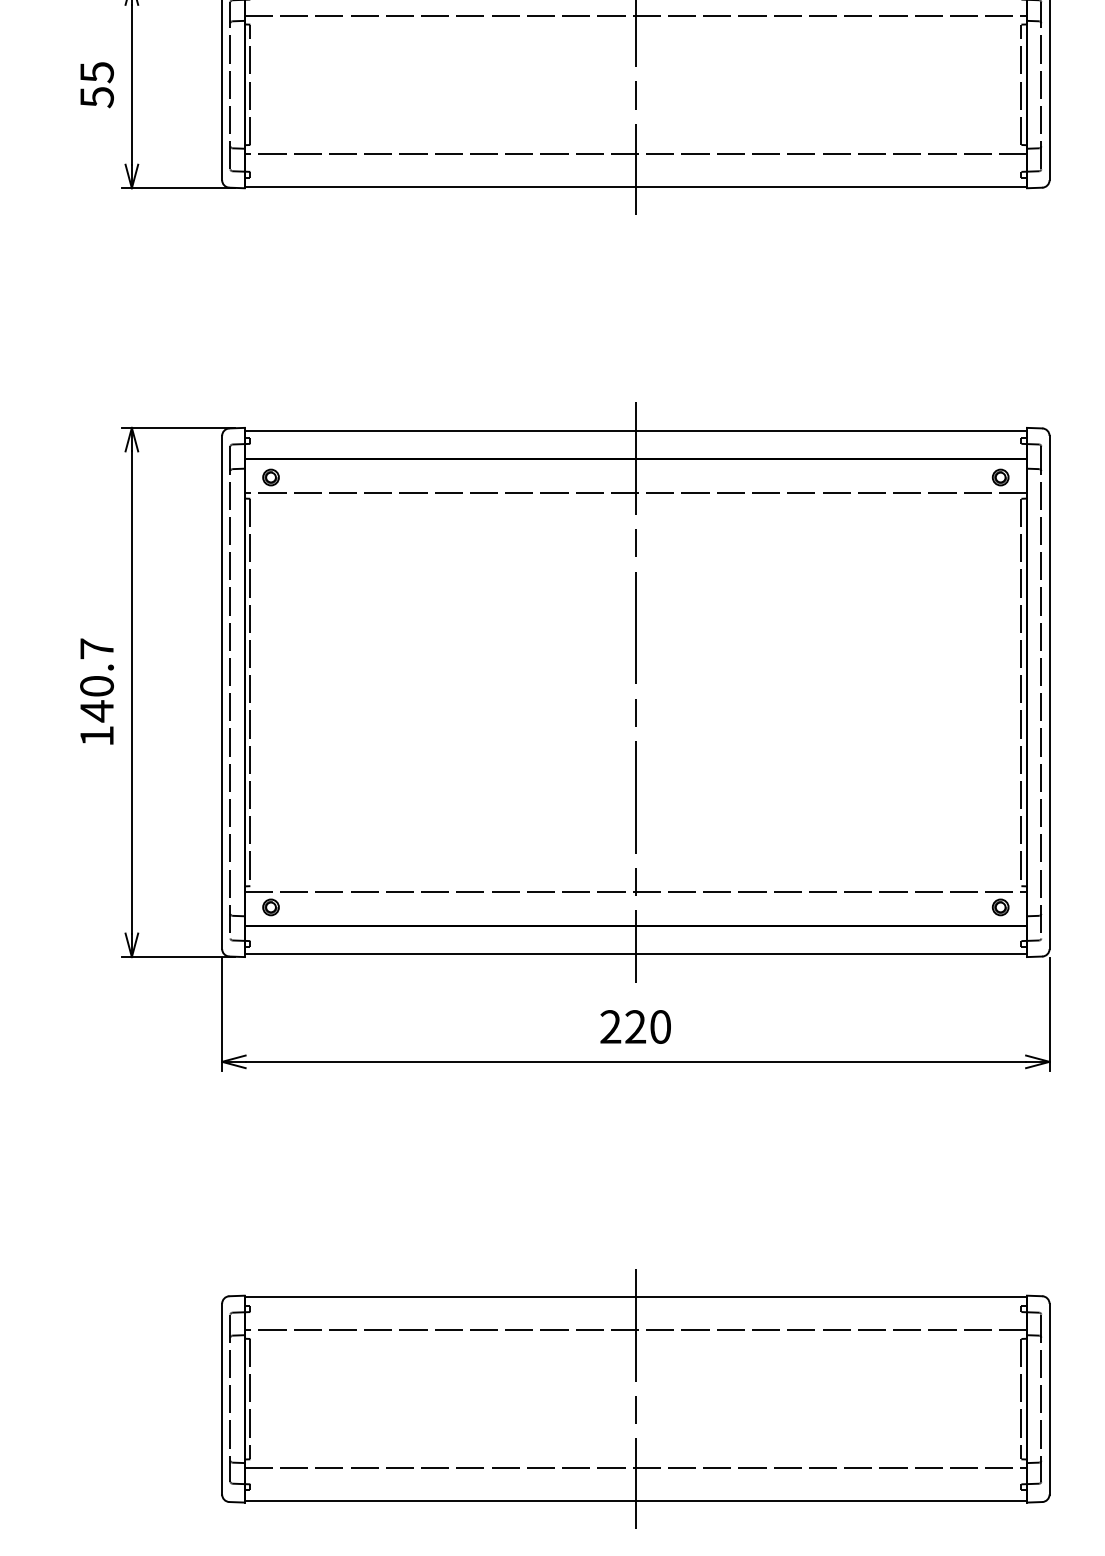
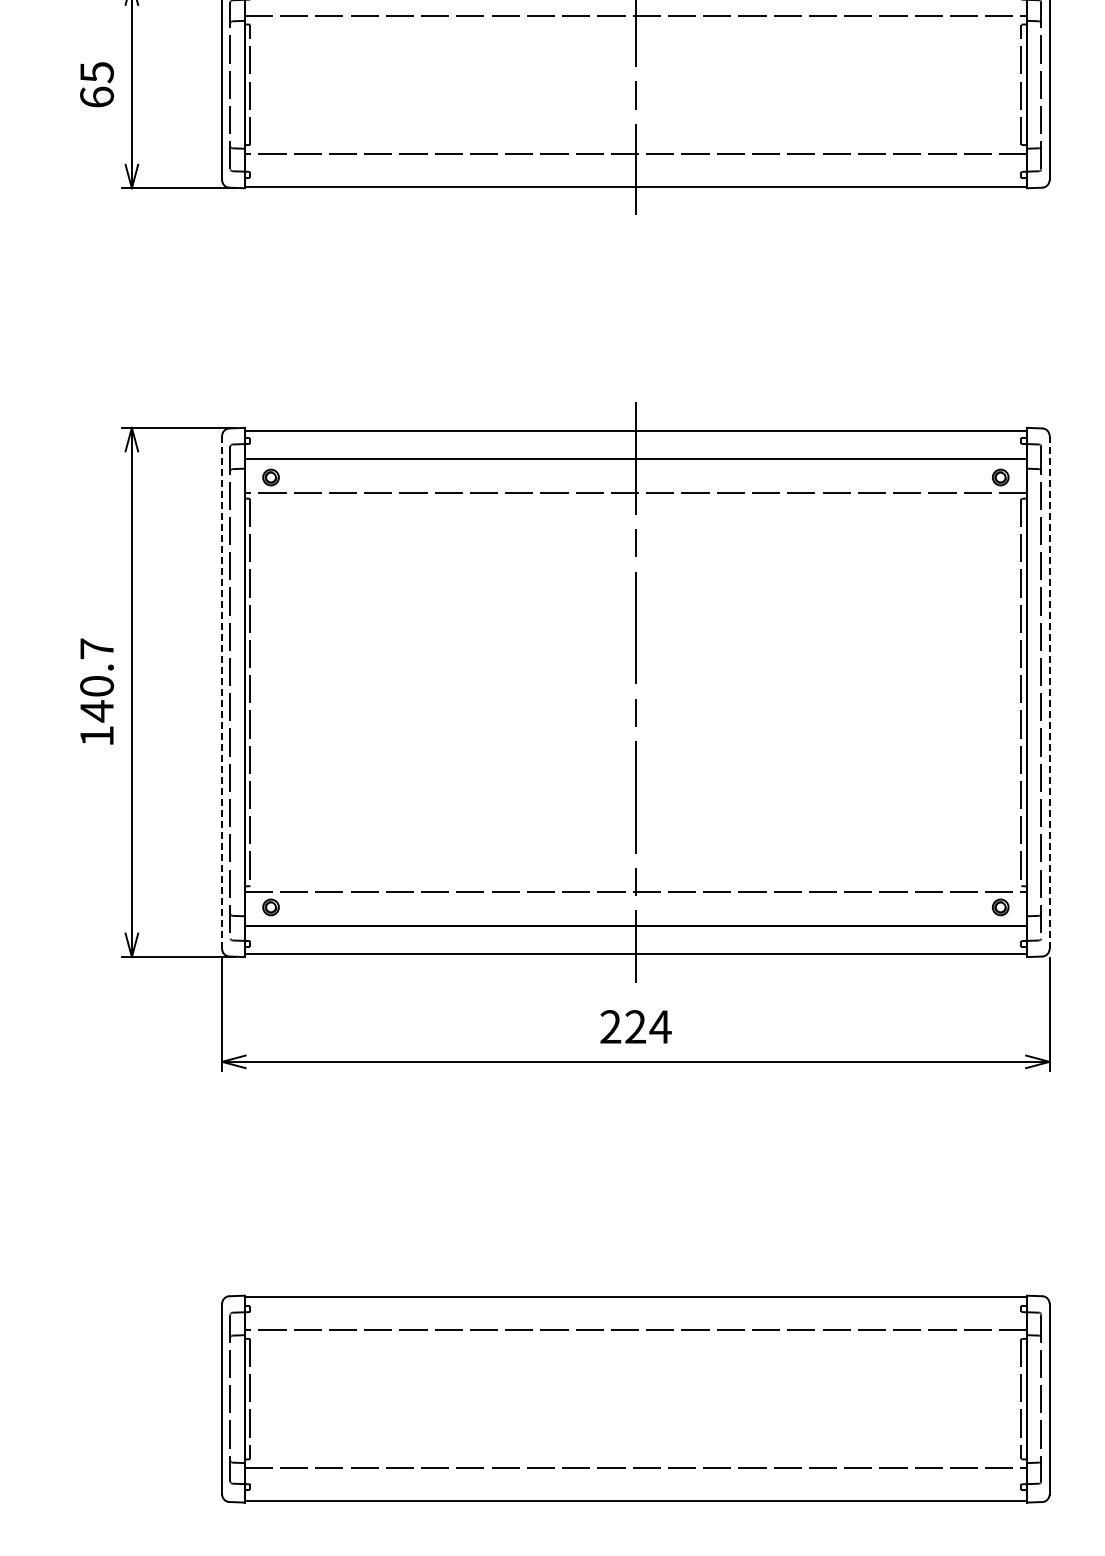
text at (96, 97): 55 -> 65
line at (222, 692): solid -> dashed
line at (1049, 692): solid -> dashed
text at (660, 1026): 220 -> 224
line at (635, 1398): present -> none
